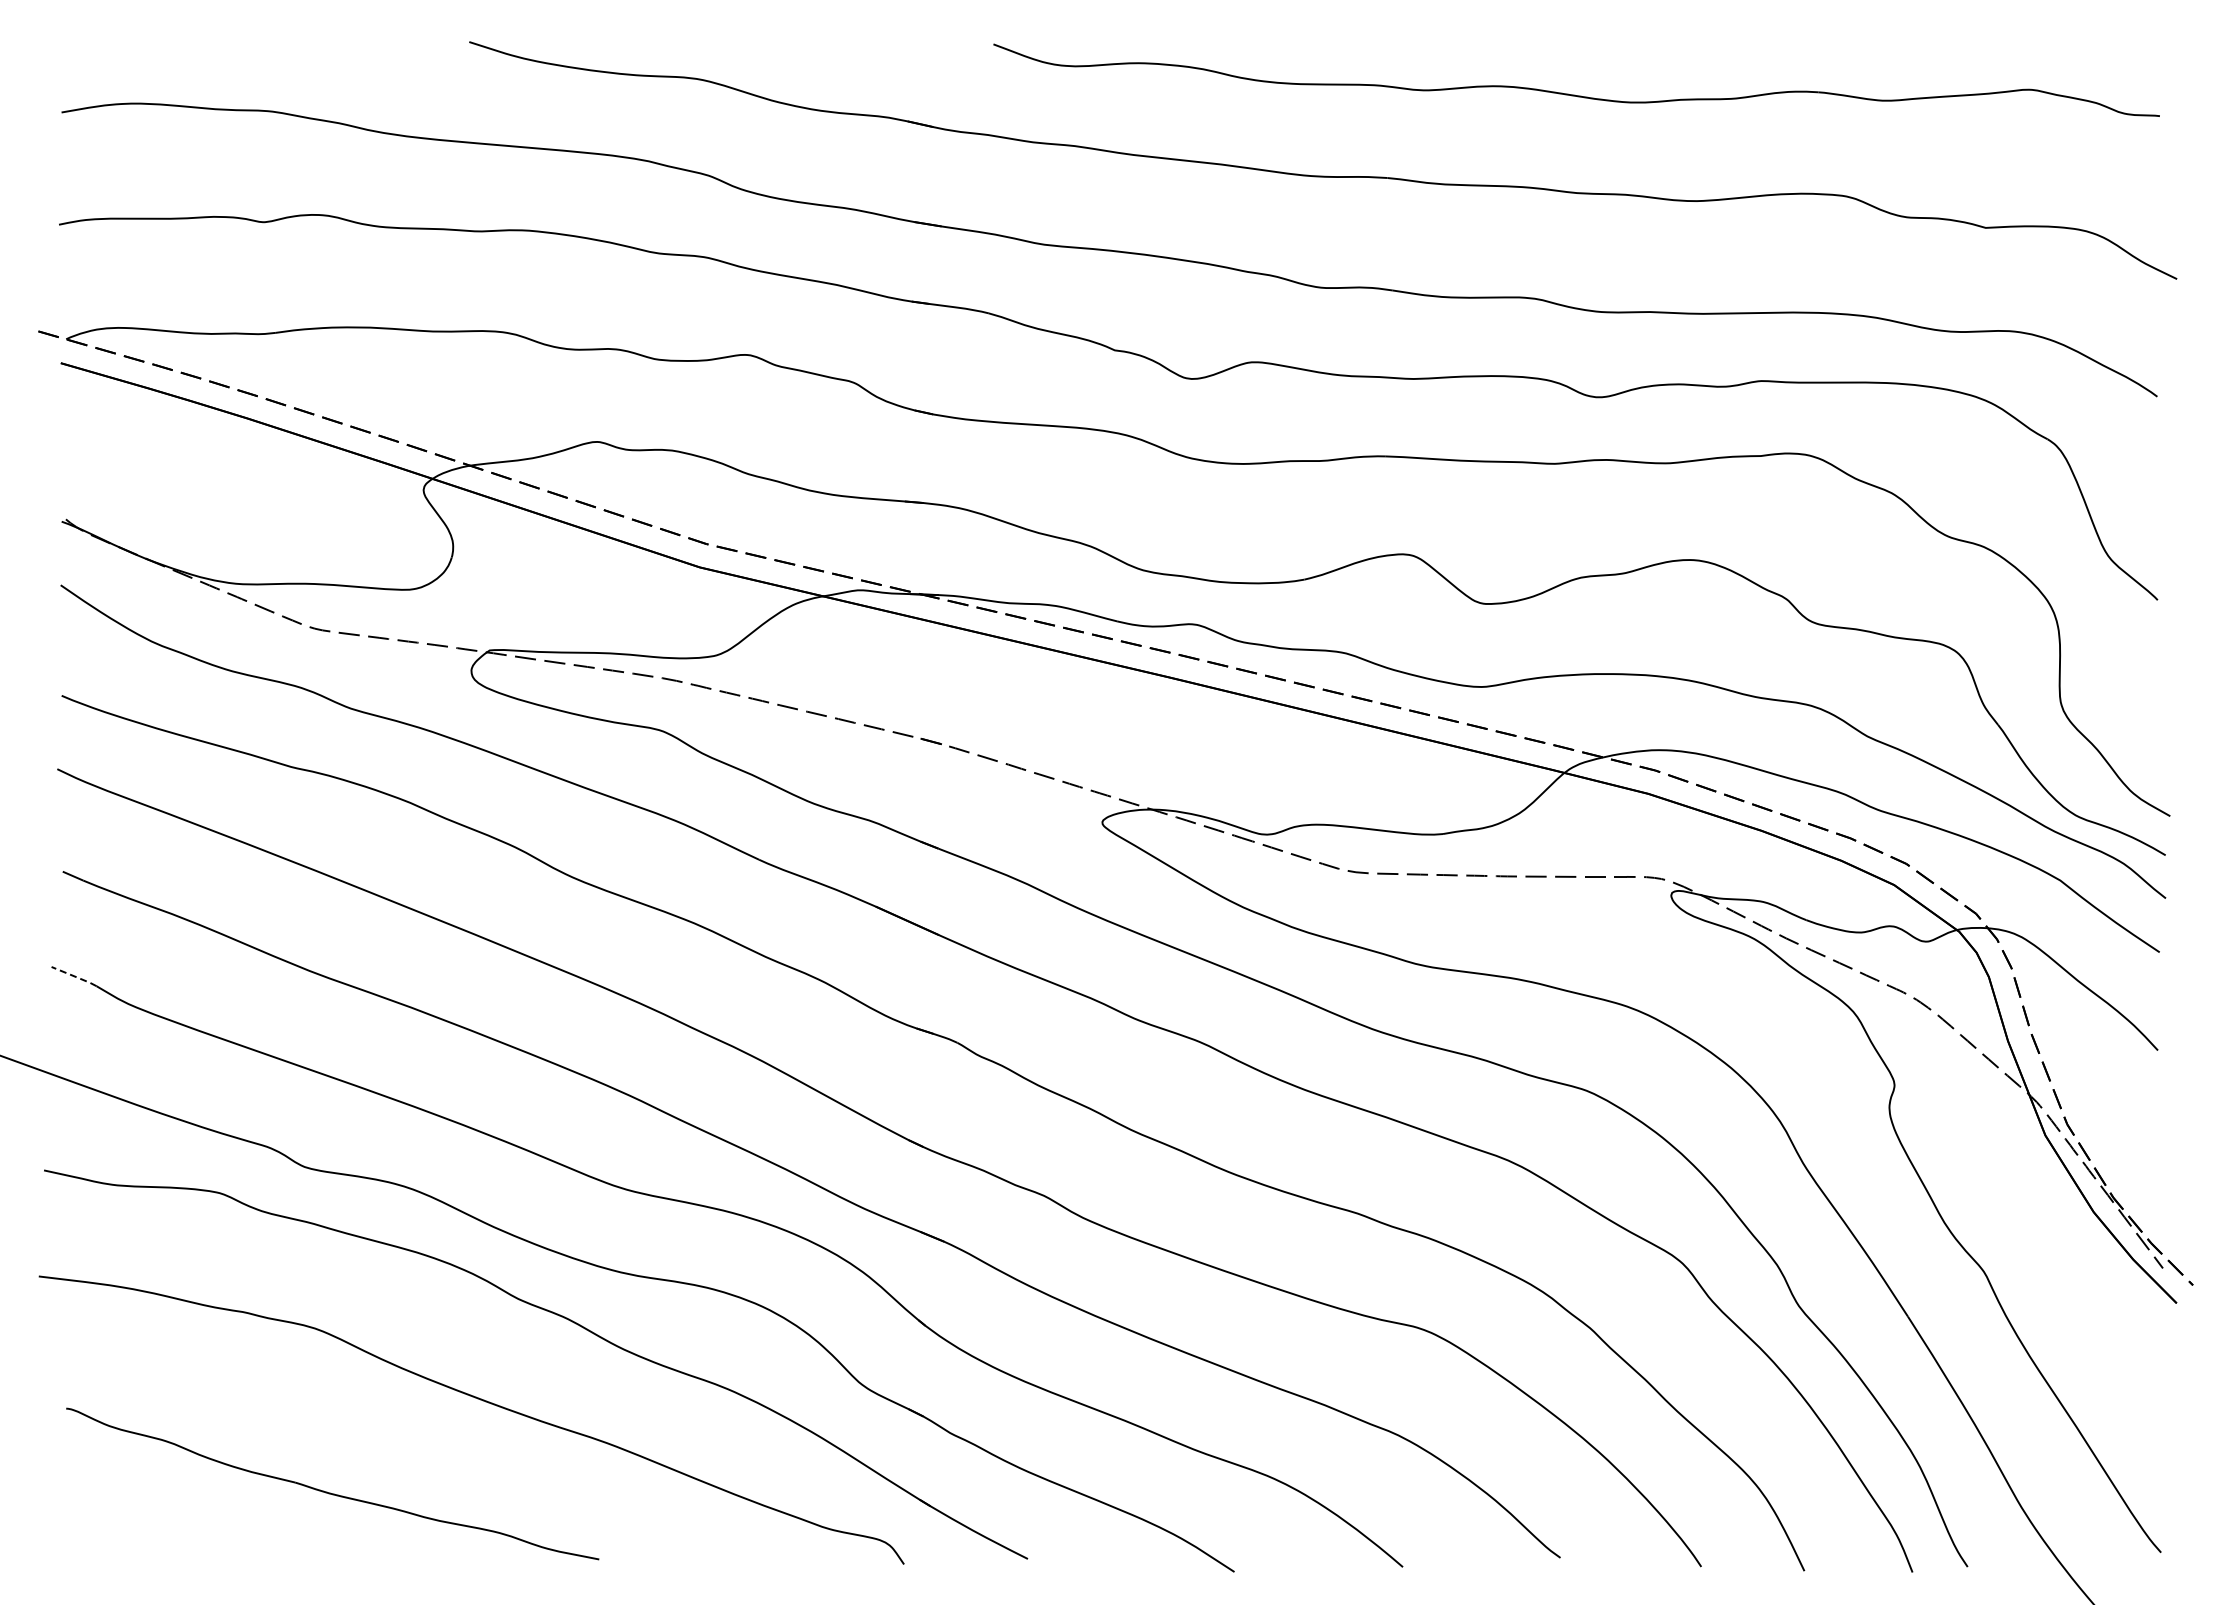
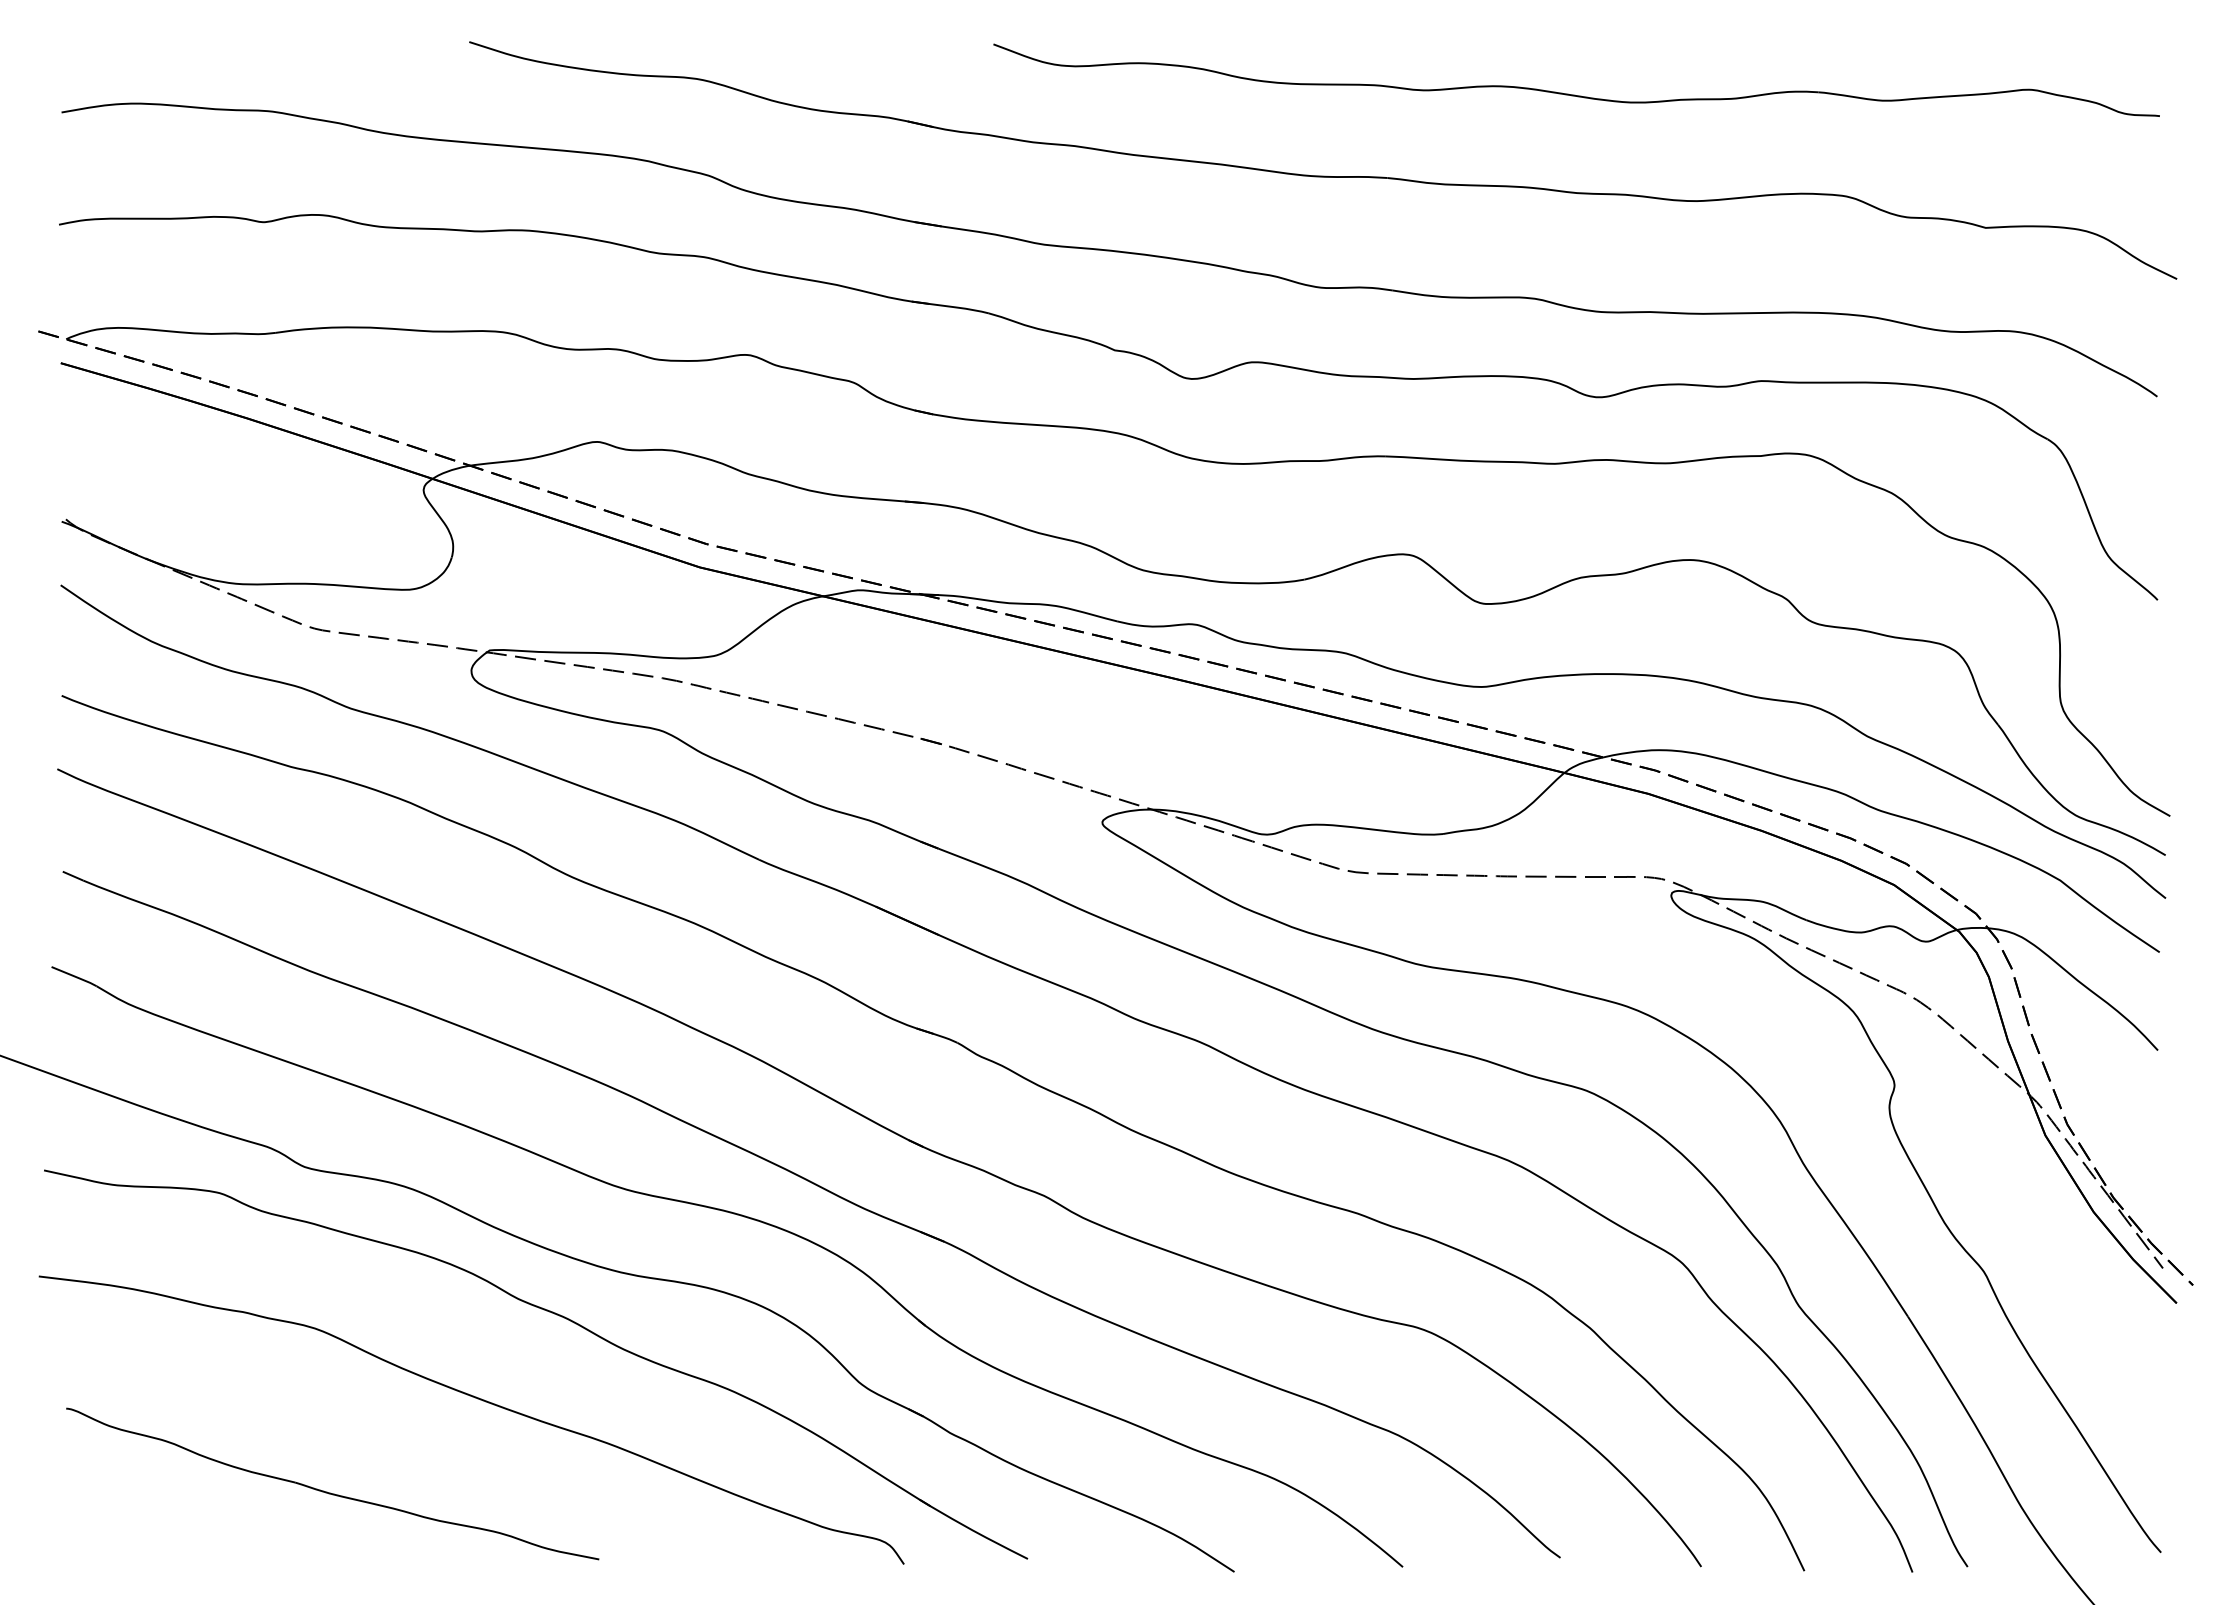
line at (75, 976): dashed -> solid
